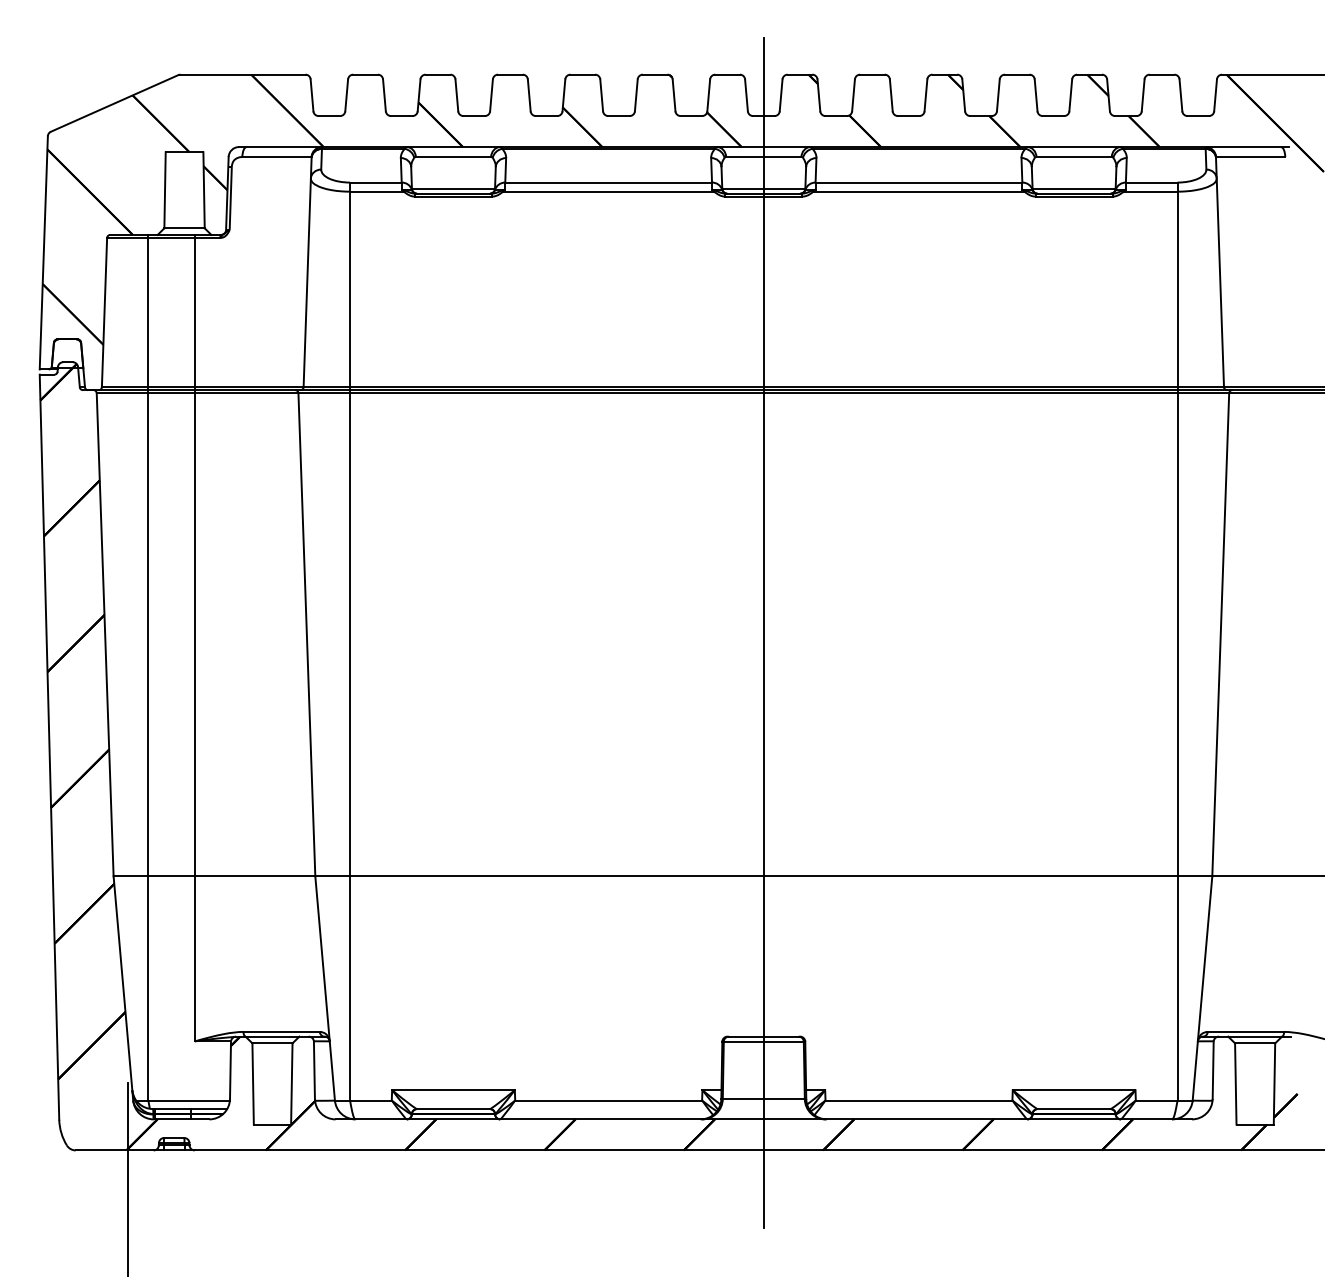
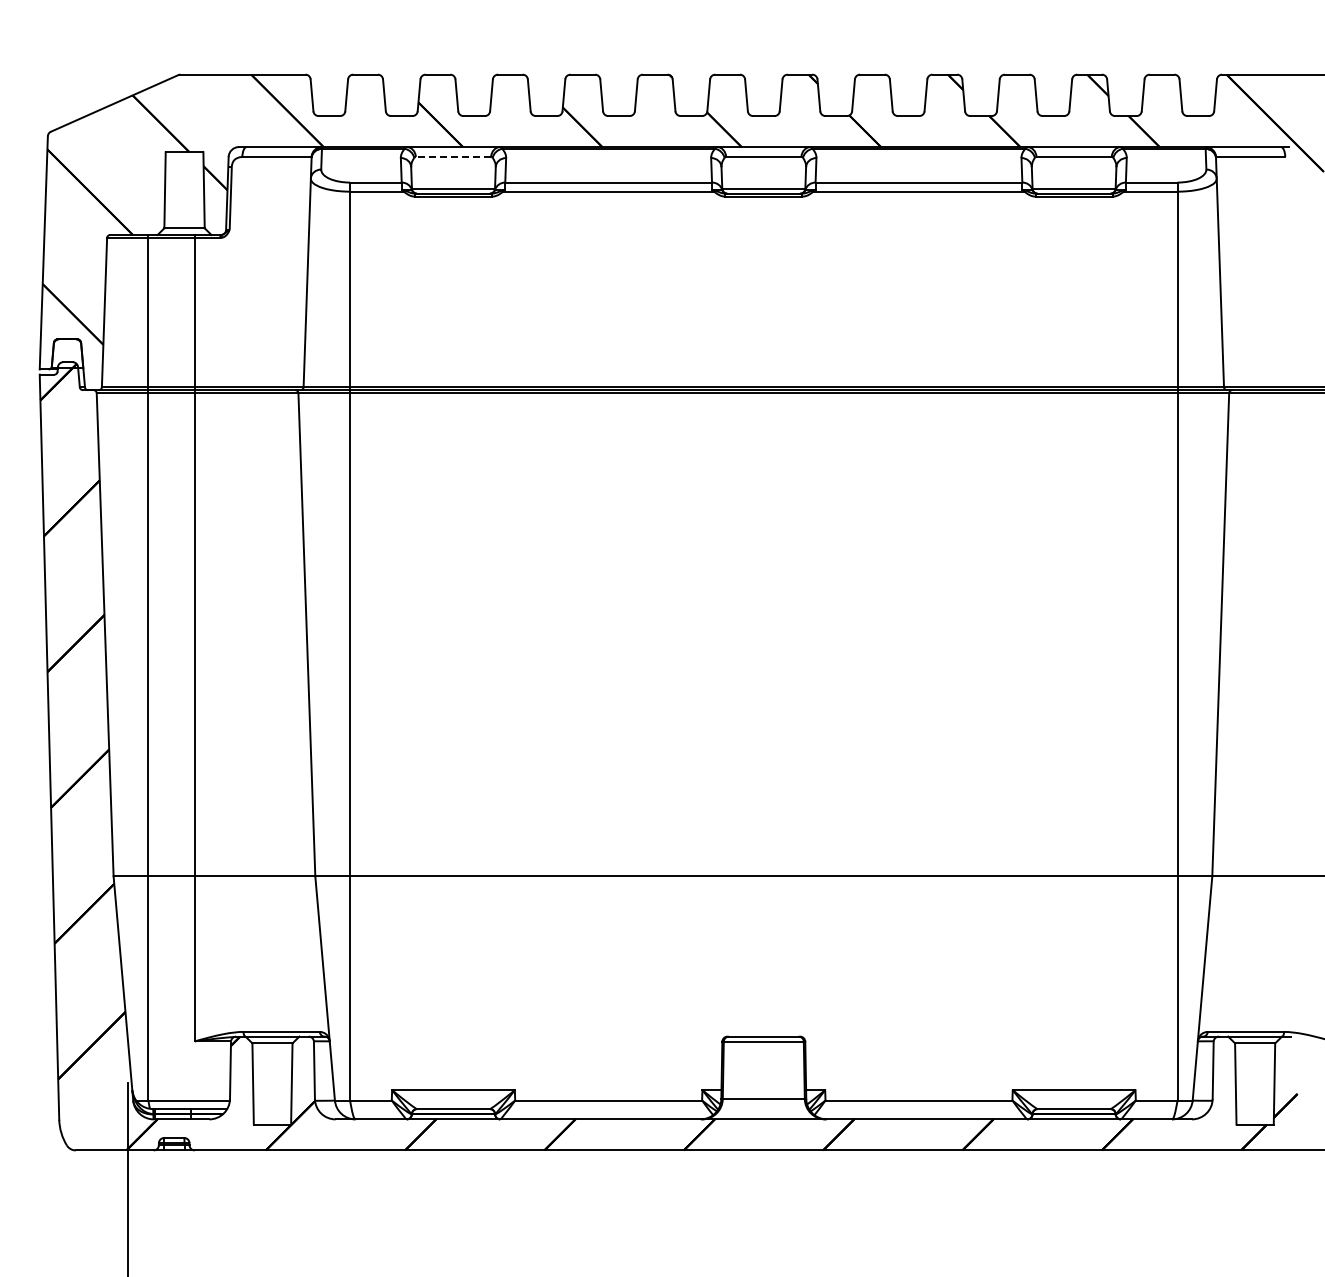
line at (453, 157): solid -> dashed
line at (763, 633): present -> none
